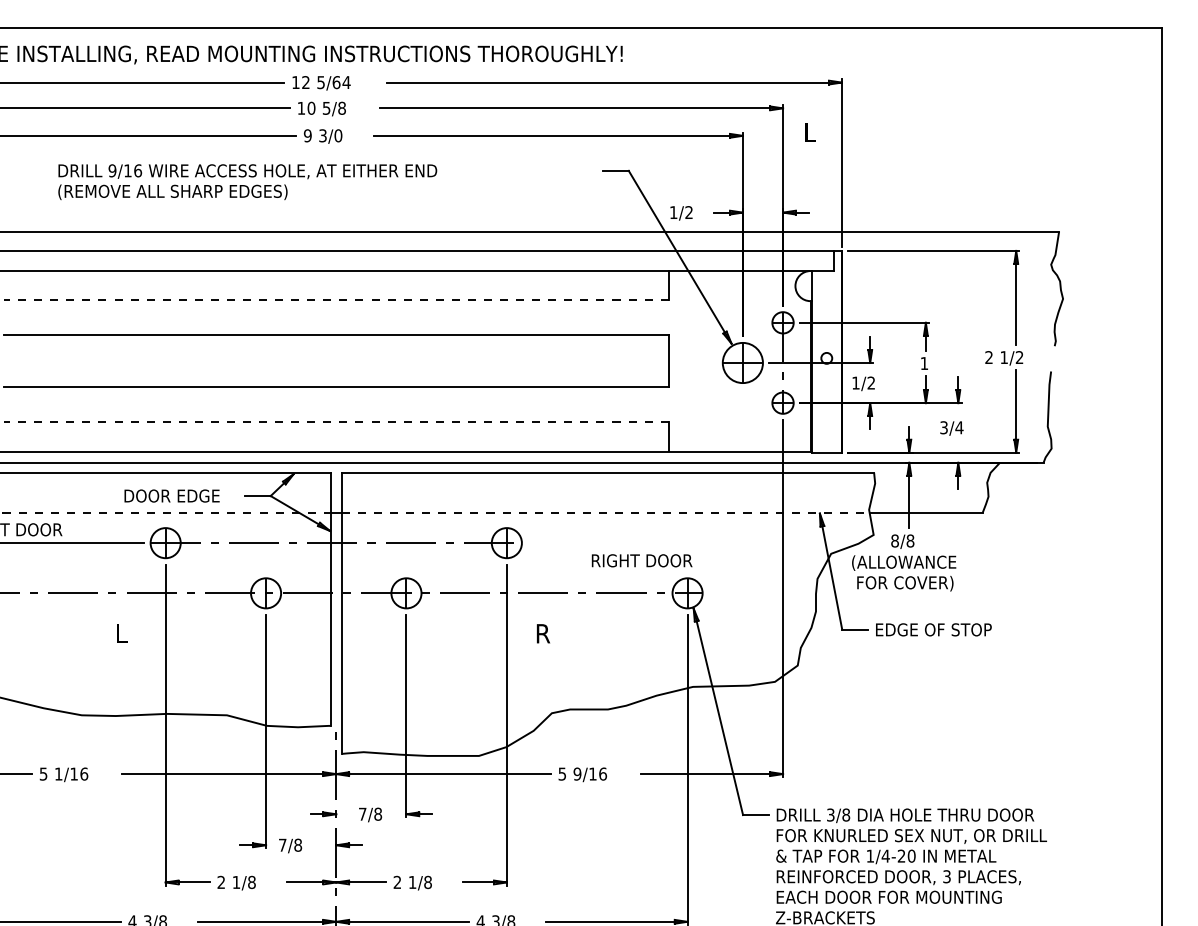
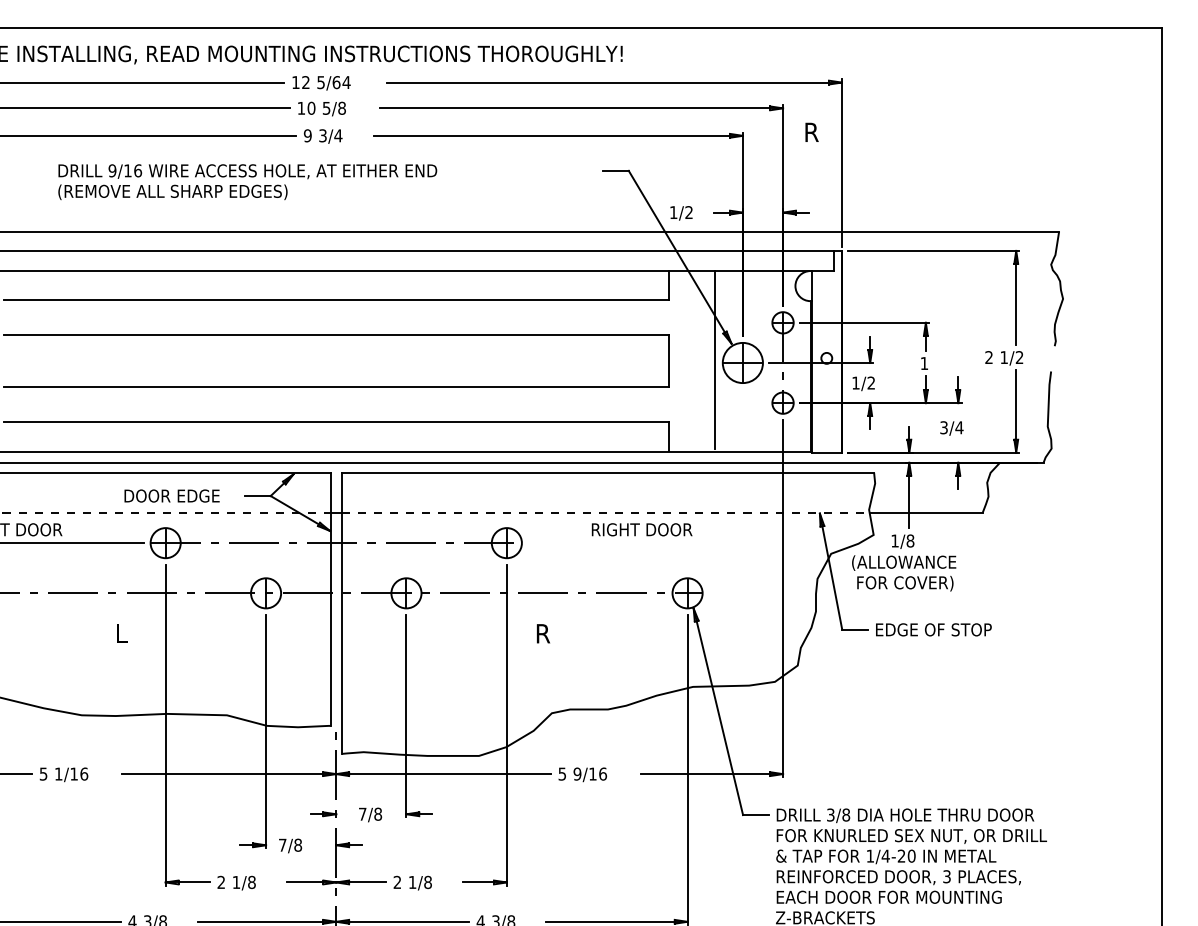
text at (811, 131): L -> R
text at (338, 135): 3/0 -> 3/4
line at (335, 300): dashed -> solid
line at (714, 360): none -> present
line at (335, 421): dashed -> solid
text at (894, 540): 8/8 -> 1/8
text at (641, 560) position: (641, 560) -> (641, 529)
